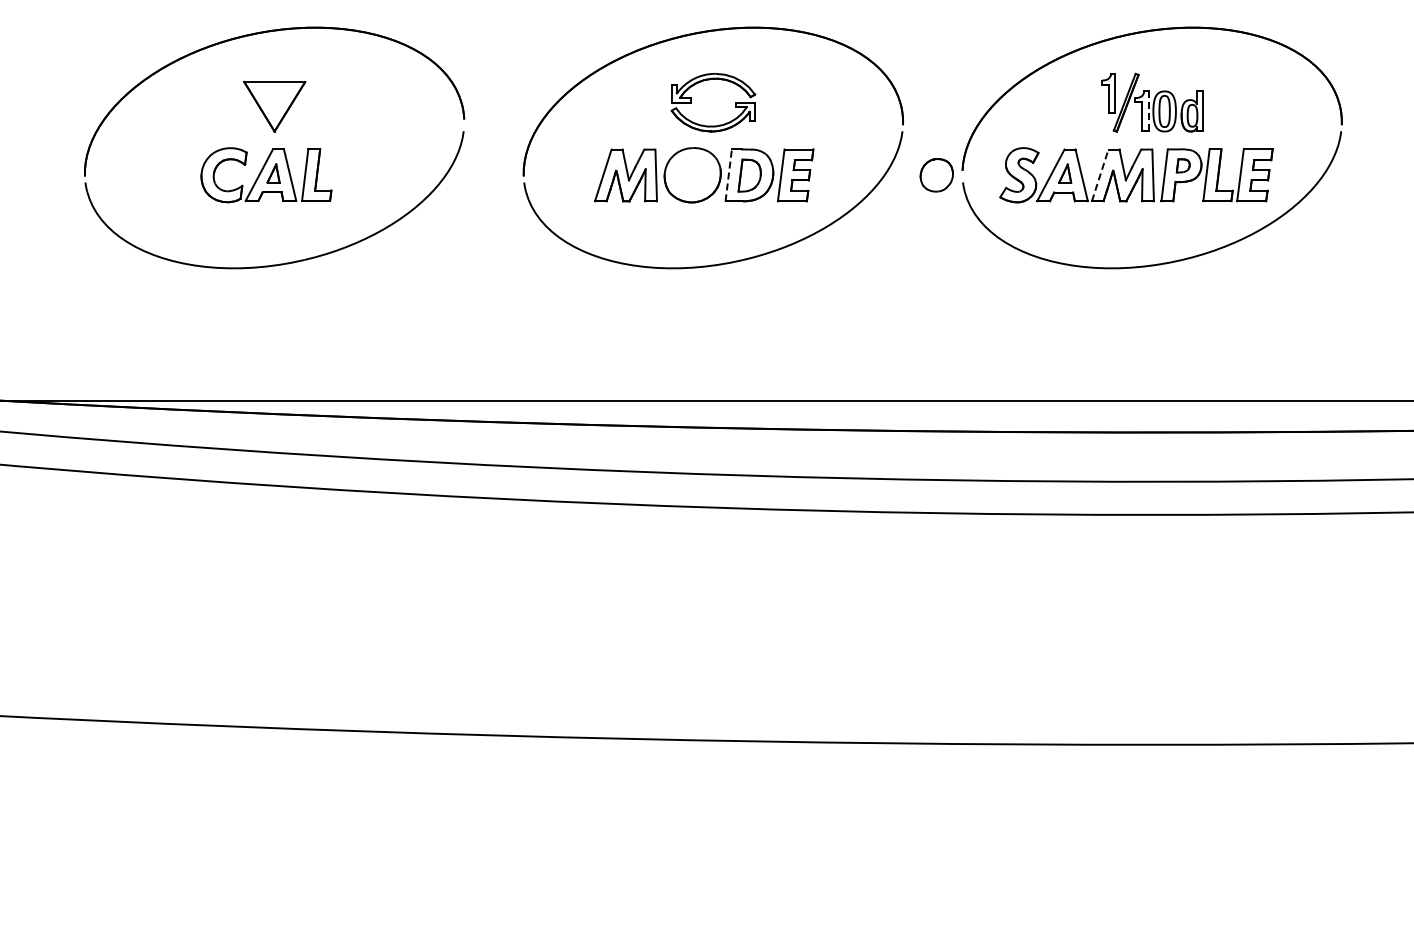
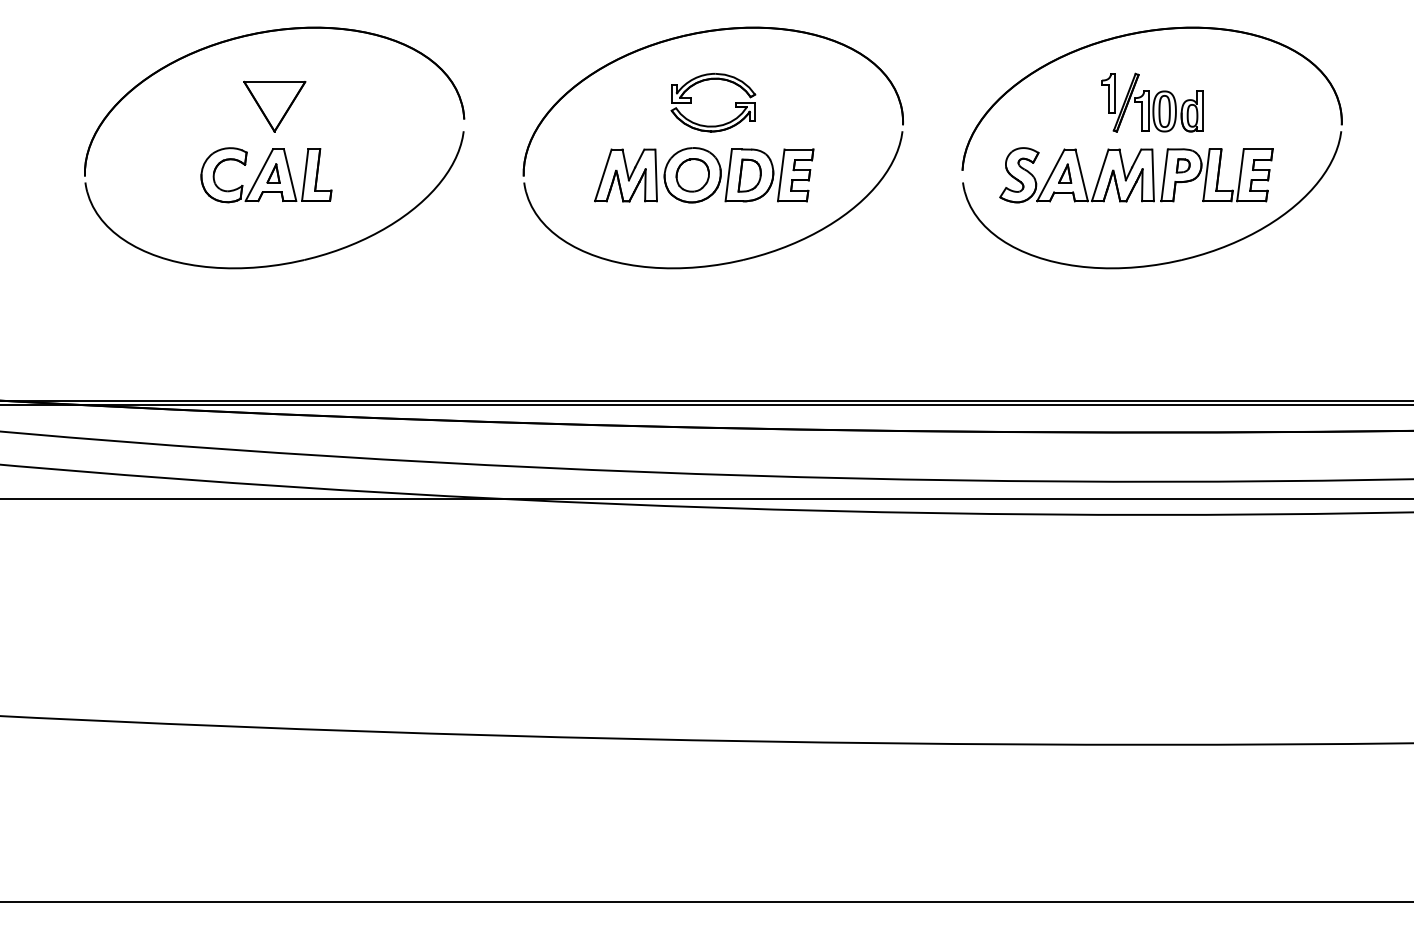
line at (1148, 111): dashed -> solid
line at (728, 174): dashed -> solid
line at (1100, 174): dashed -> solid
part at (936, 175) position: (936, 175) -> (692, 175)
line at (706, 405): none -> present
line at (706, 499): none -> present
line at (706, 902): none -> present
